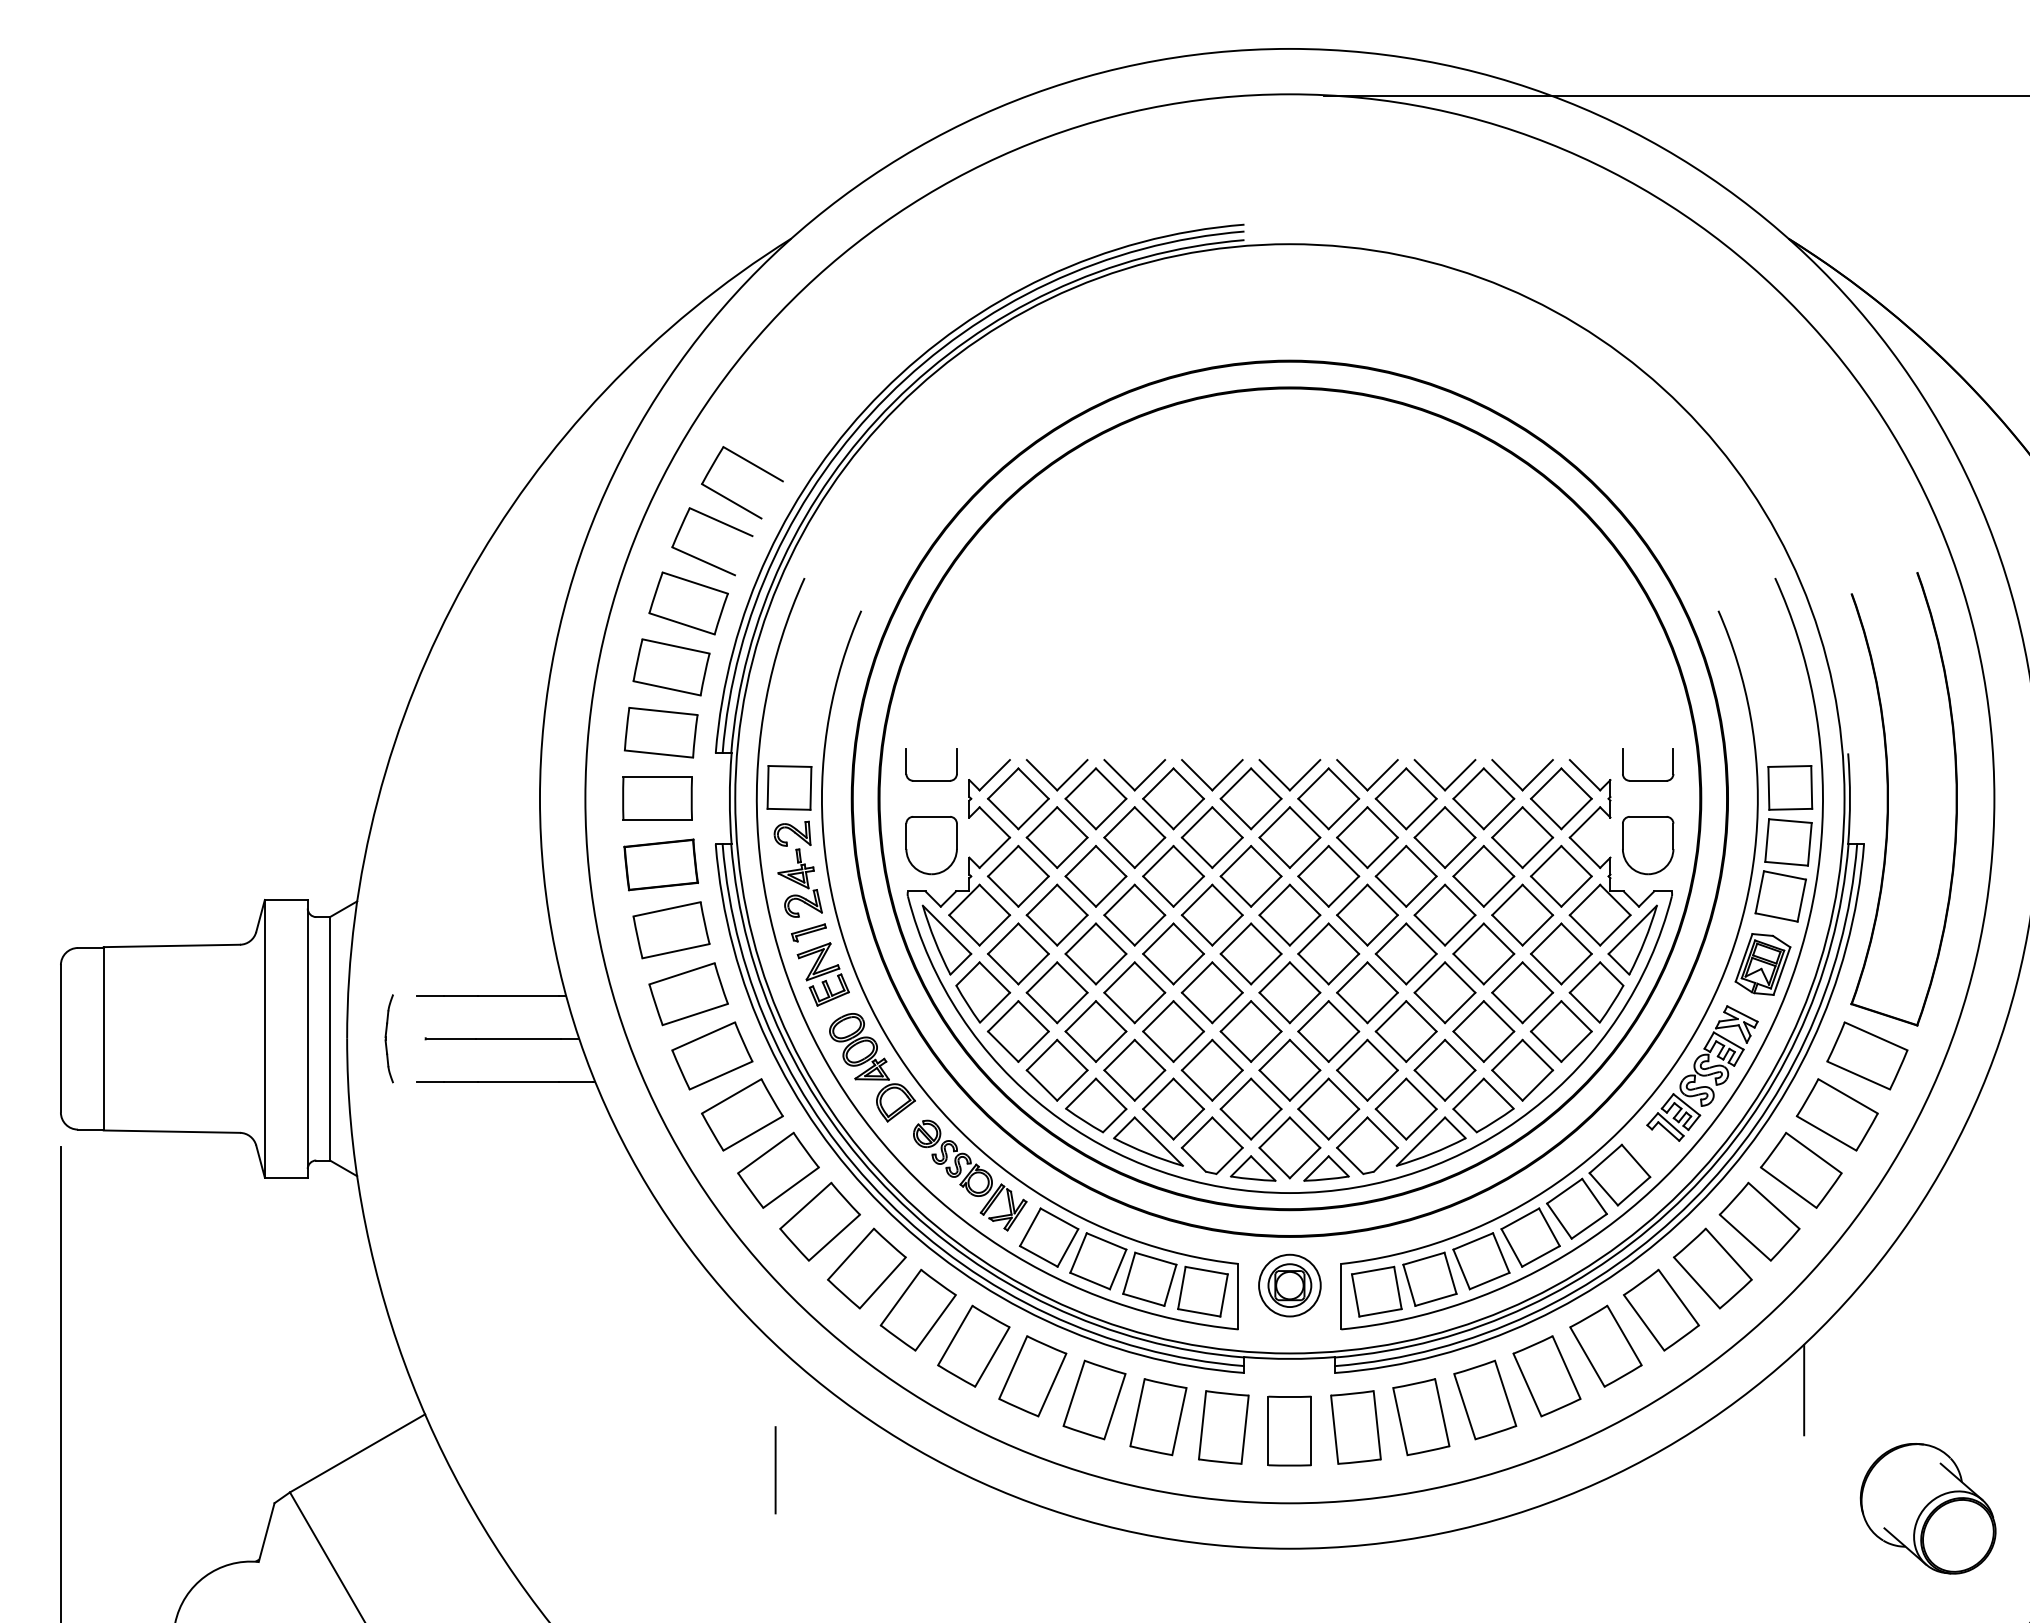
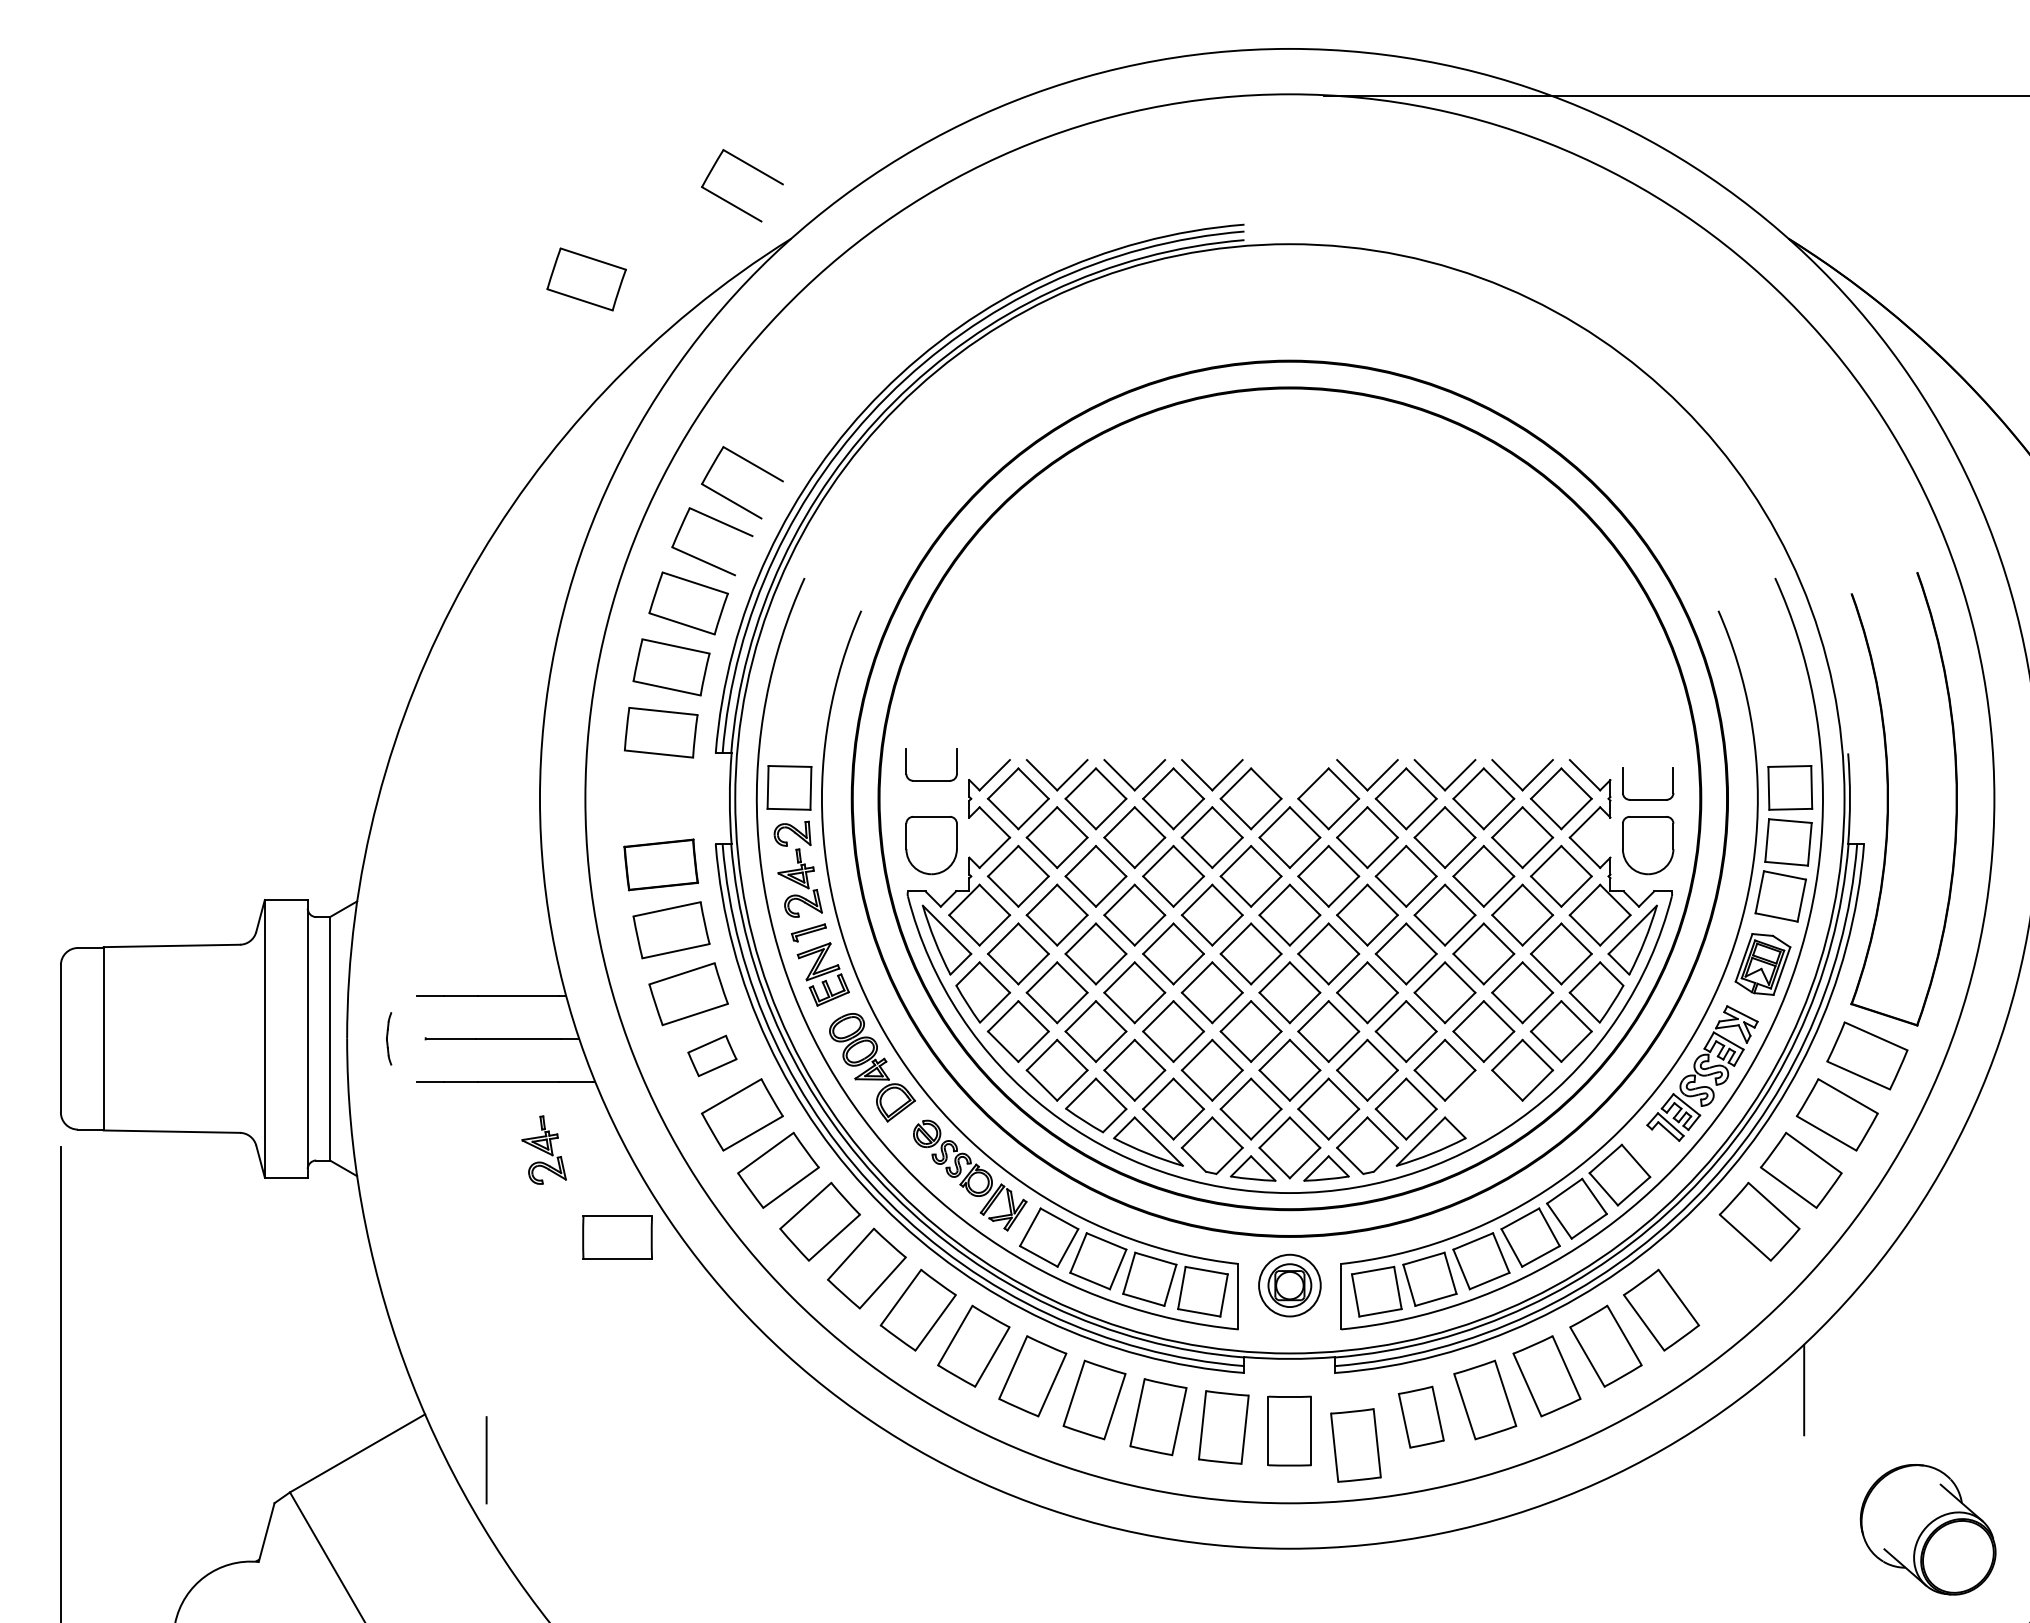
part at (751, 167): none -> present
part at (586, 279): none -> present
part at (1648, 780) position: (1648, 780) -> (1648, 799)
part at (1282, 781): present -> none
part at (657, 798) position: (657, 798) -> (617, 1237)
part at (388, 1038) size: 10x90 px -> 7x54 px
part at (712, 1055) size: 83x70 px -> 51x44 px
part at (1483, 1105): present -> none
part at (543, 1149): none -> present
part at (1712, 1268): present -> none
part at (1421, 1417) size: 59x79 px -> 48x64 px
part at (1355, 1427) position: (1355, 1427) -> (1355, 1445)
line at (775, 1470) position: (775, 1470) -> (486, 1460)
part at (1927, 1508) position: (1927, 1508) -> (1927, 1529)
